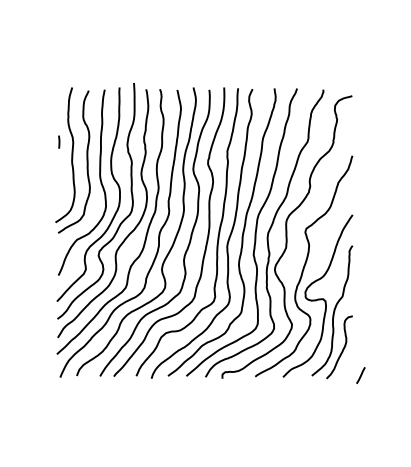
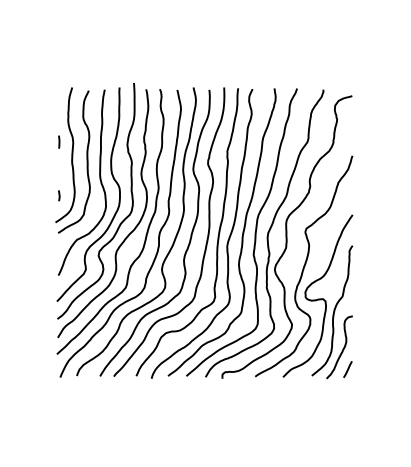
line at (59, 195): none -> present
line at (360, 375) position: (360, 375) -> (347, 369)
